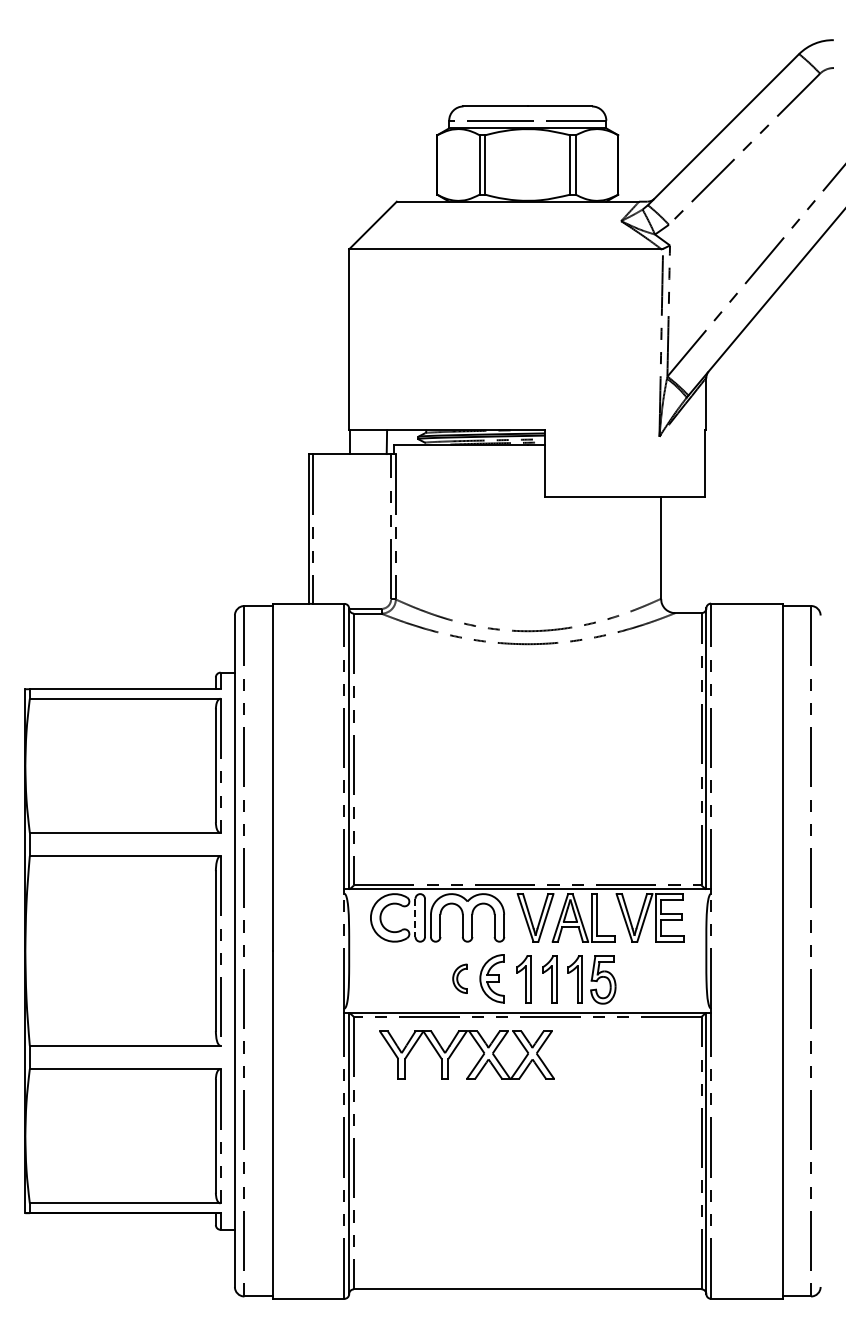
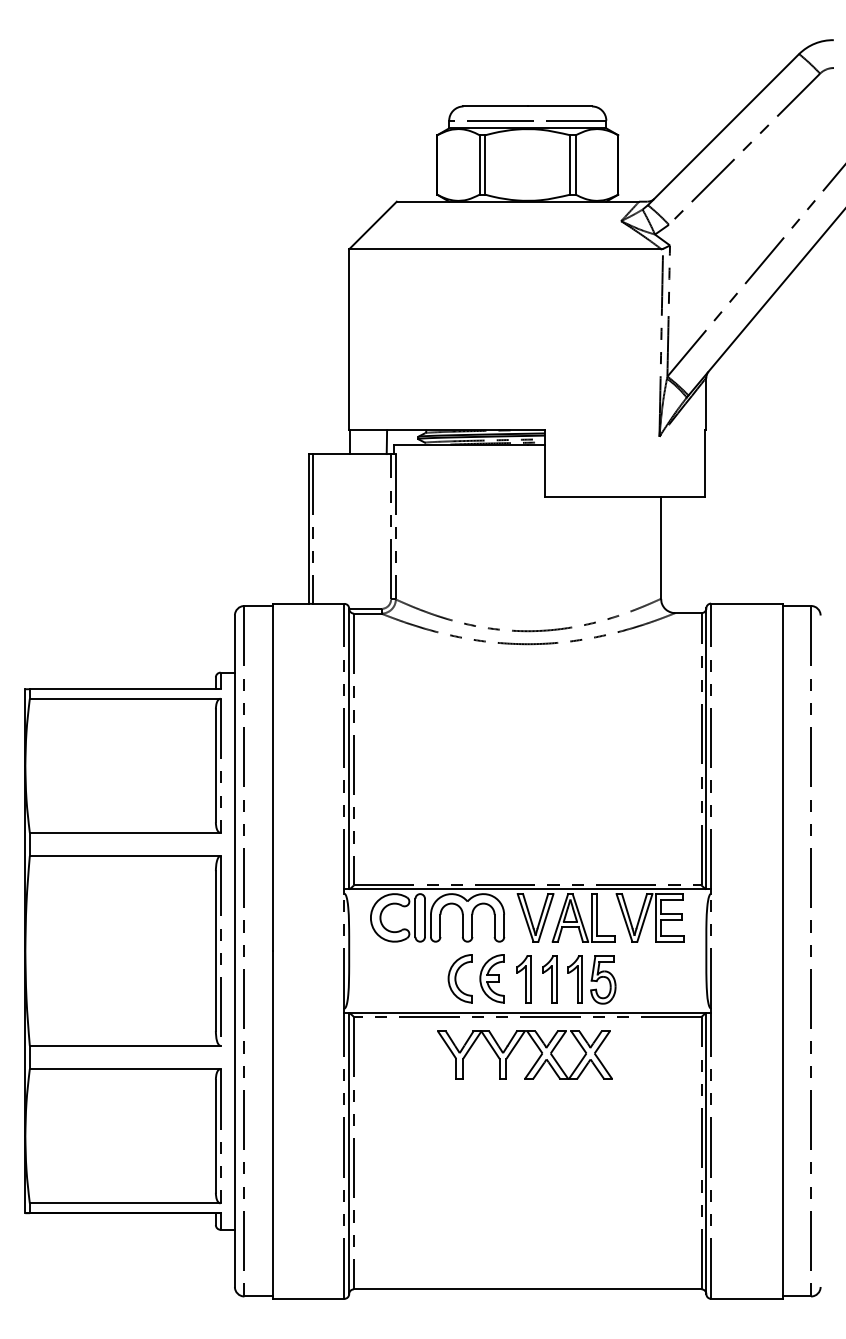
line at (415, 918): dashed -> solid
part at (459, 978) size: 16x31 px -> 26x50 px
part at (457, 1047) position: (457, 1047) -> (515, 1047)
